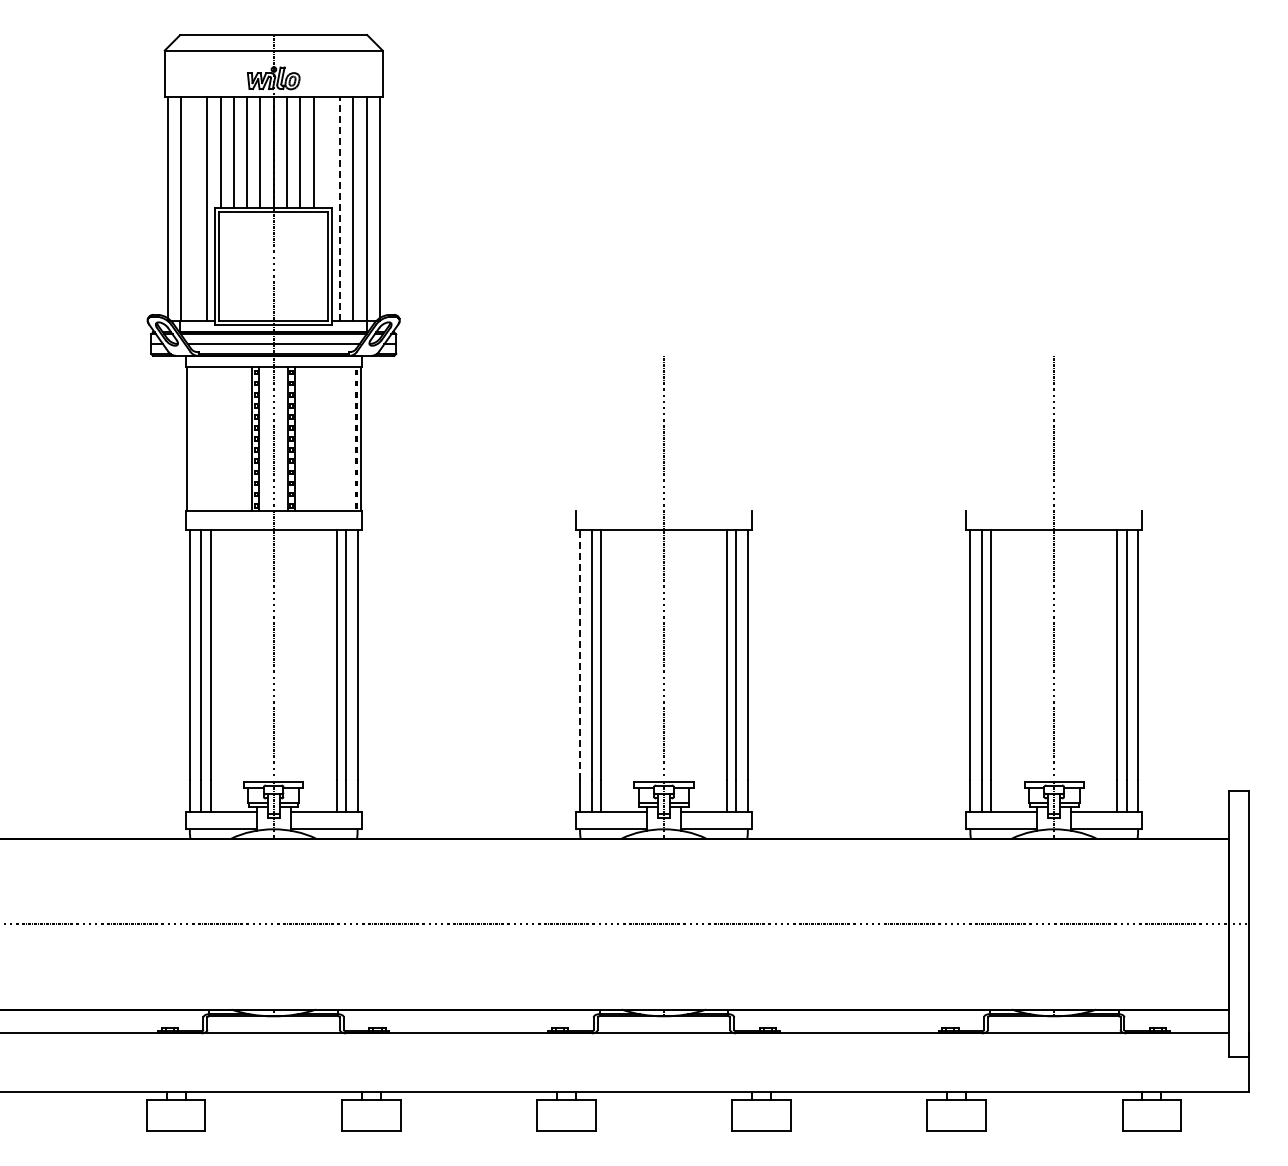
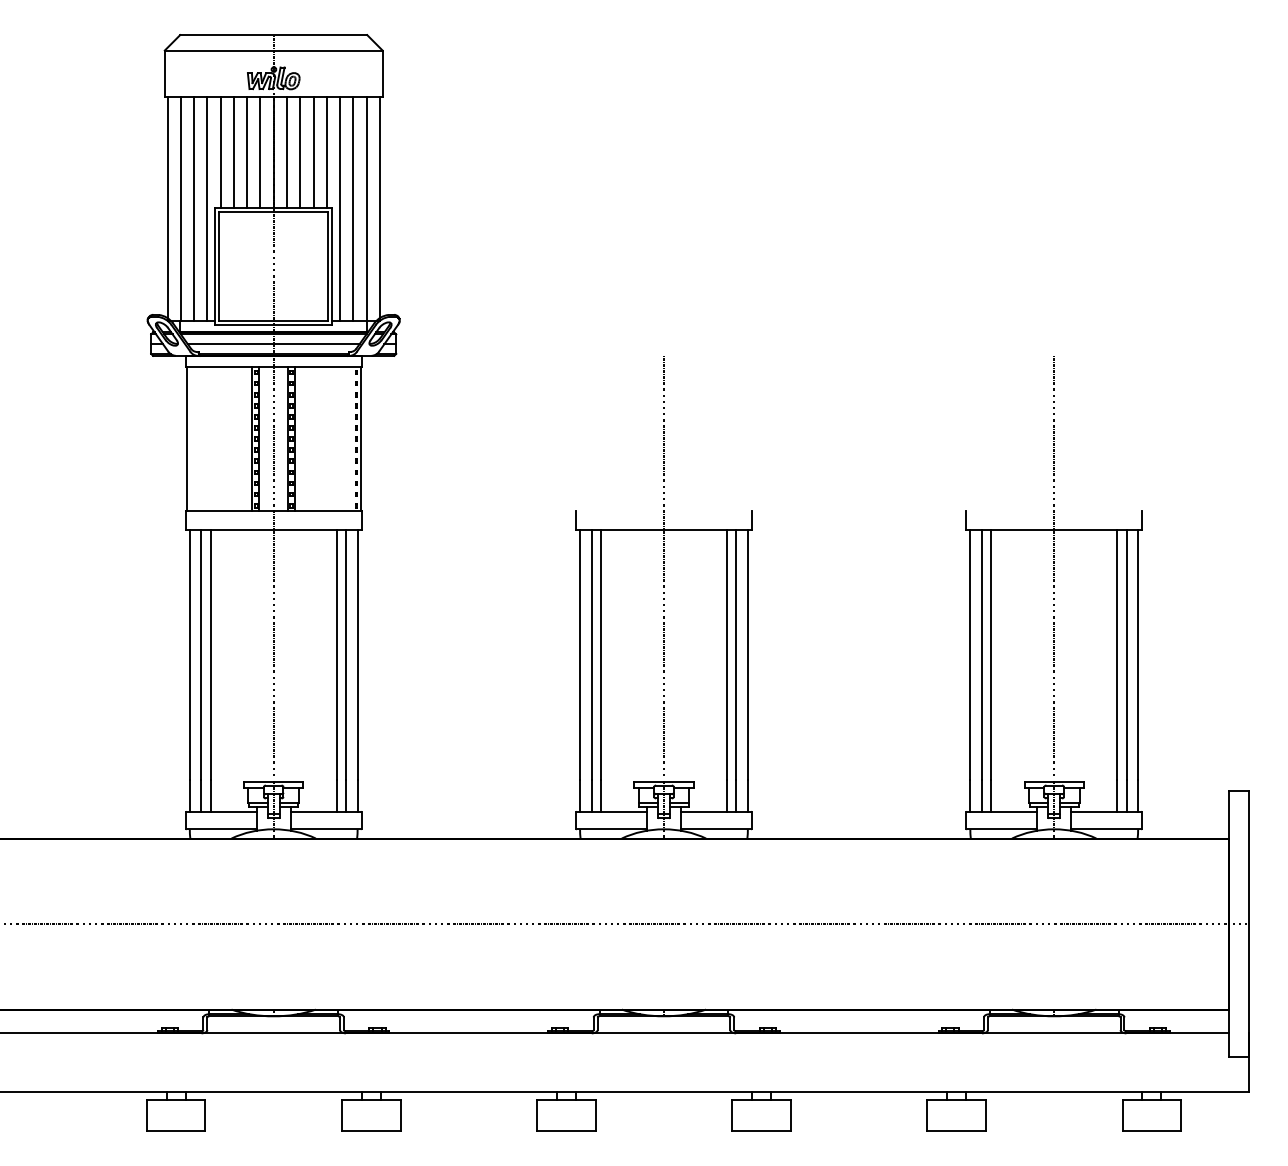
line at (326, 151): none -> present
line at (194, 208): none -> present
line at (340, 208): dashed -> solid
line at (580, 654): dashed -> solid
